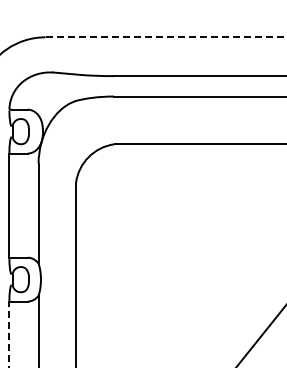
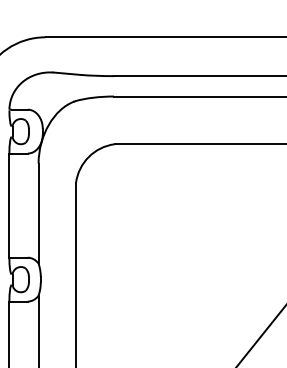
line at (166, 37): dashed -> solid
line at (9, 334): dashed -> solid
